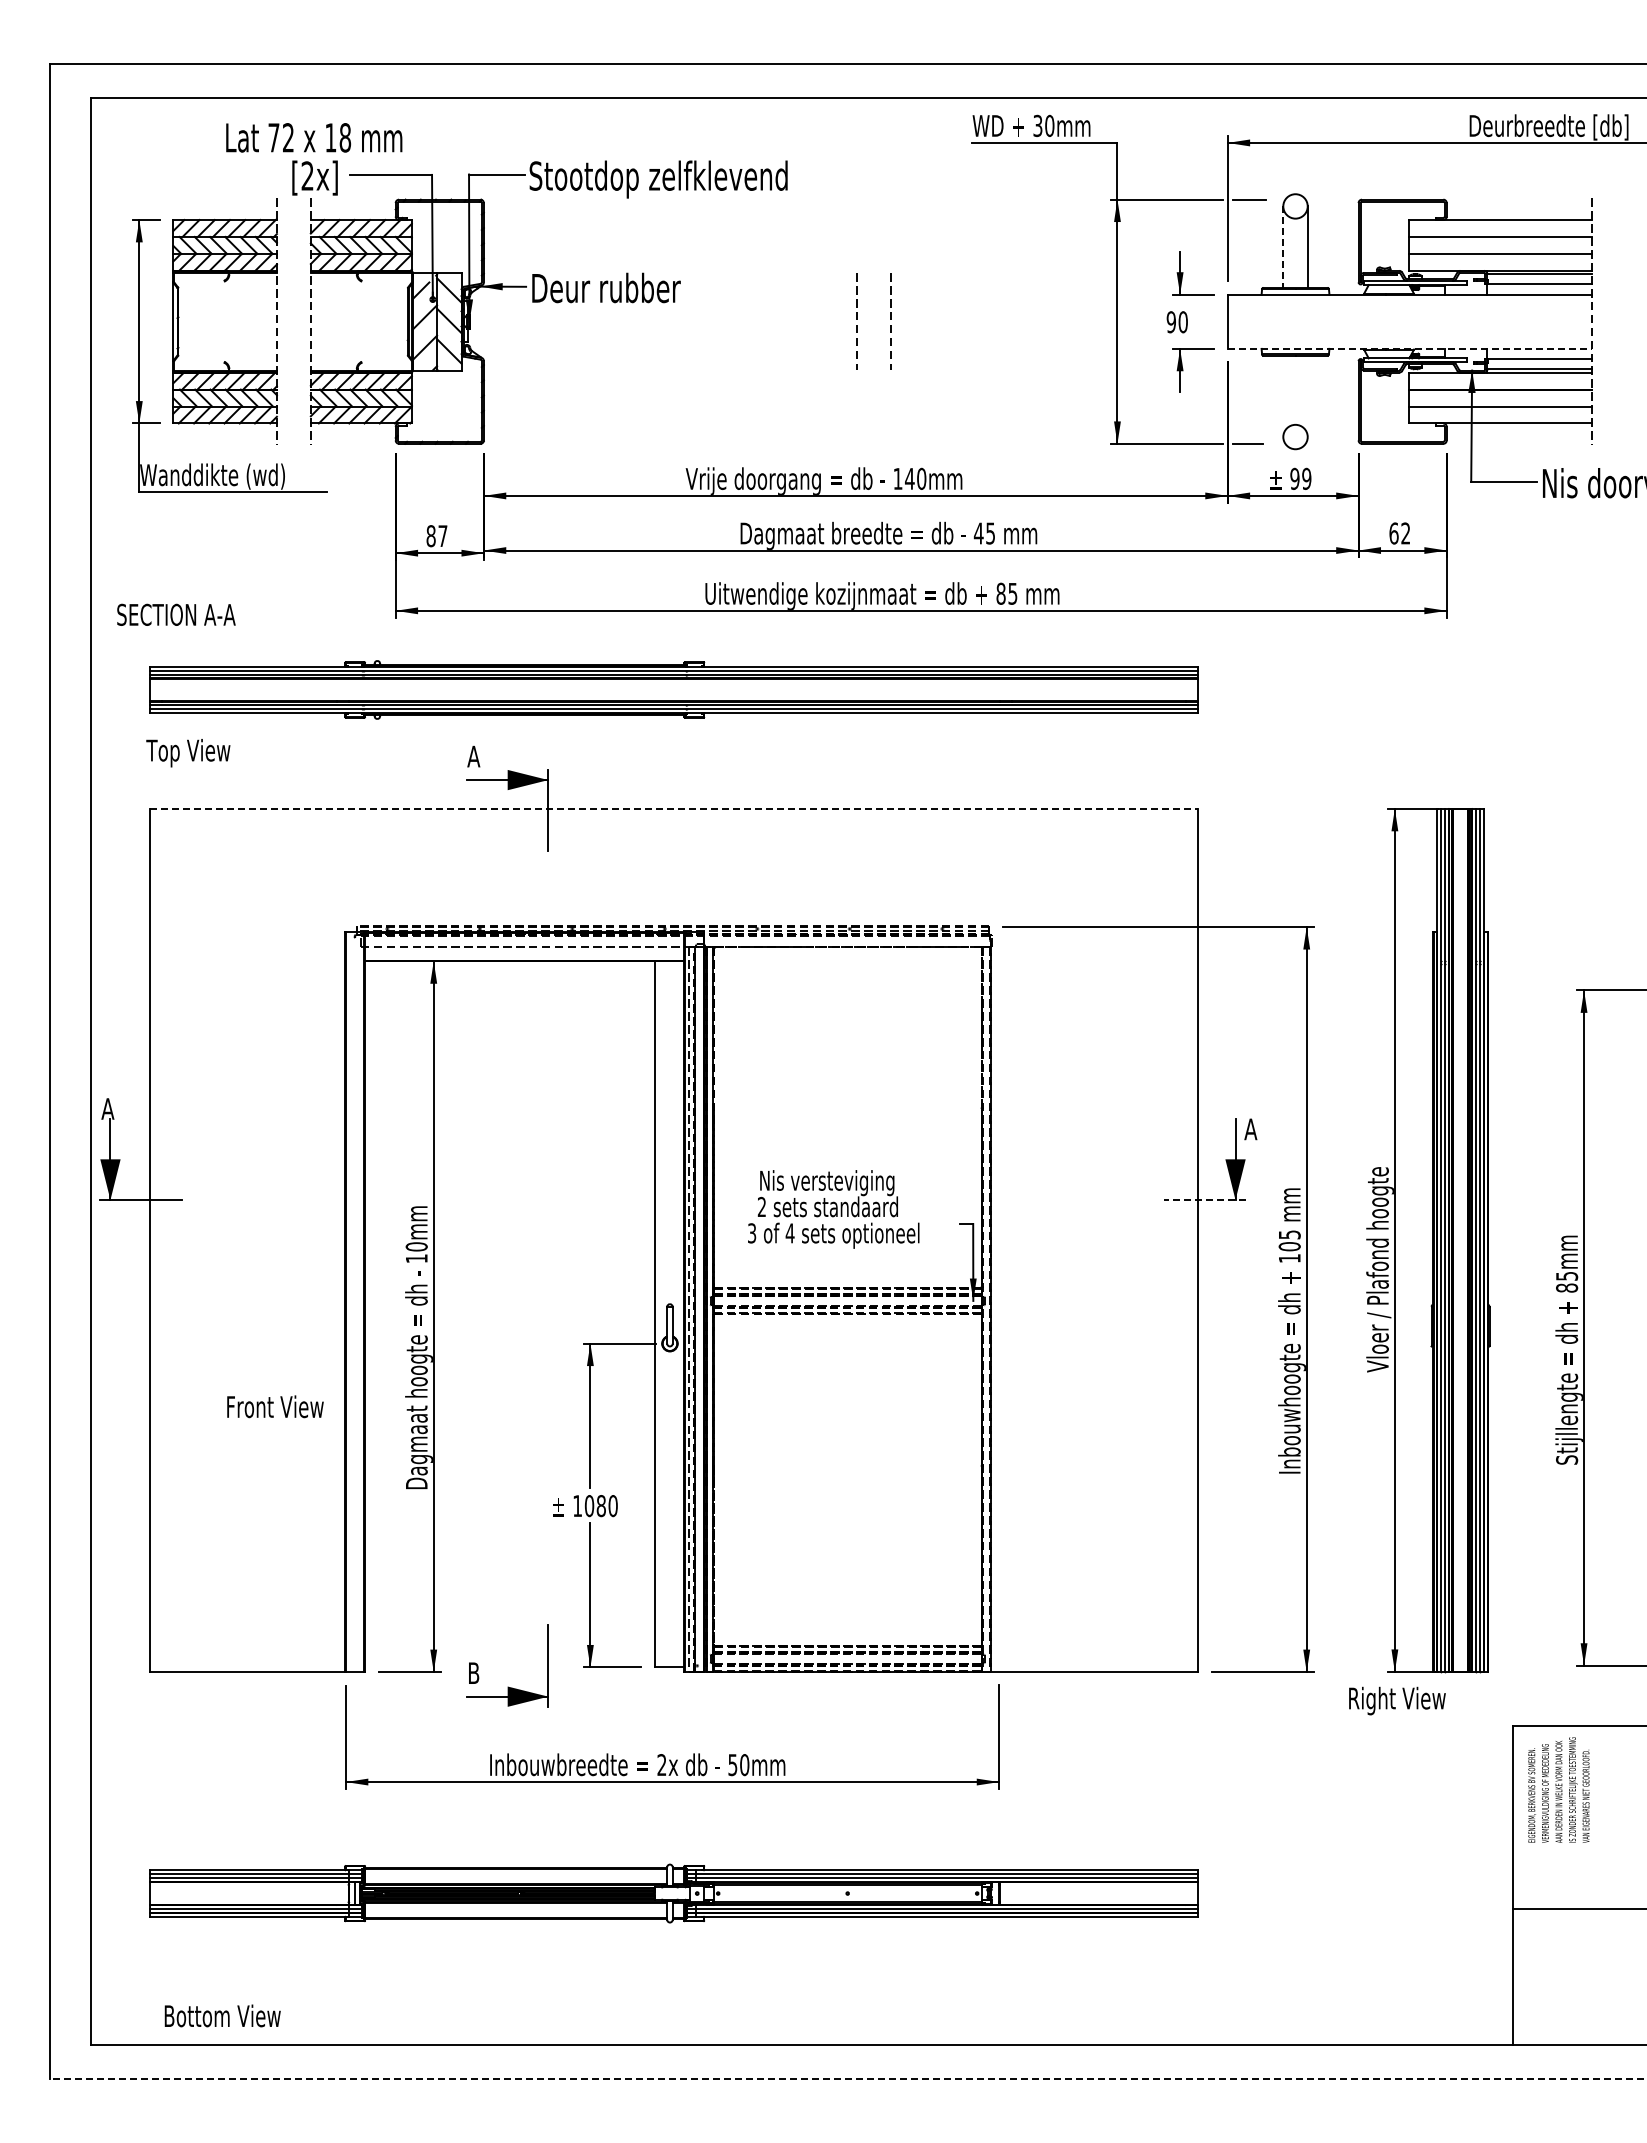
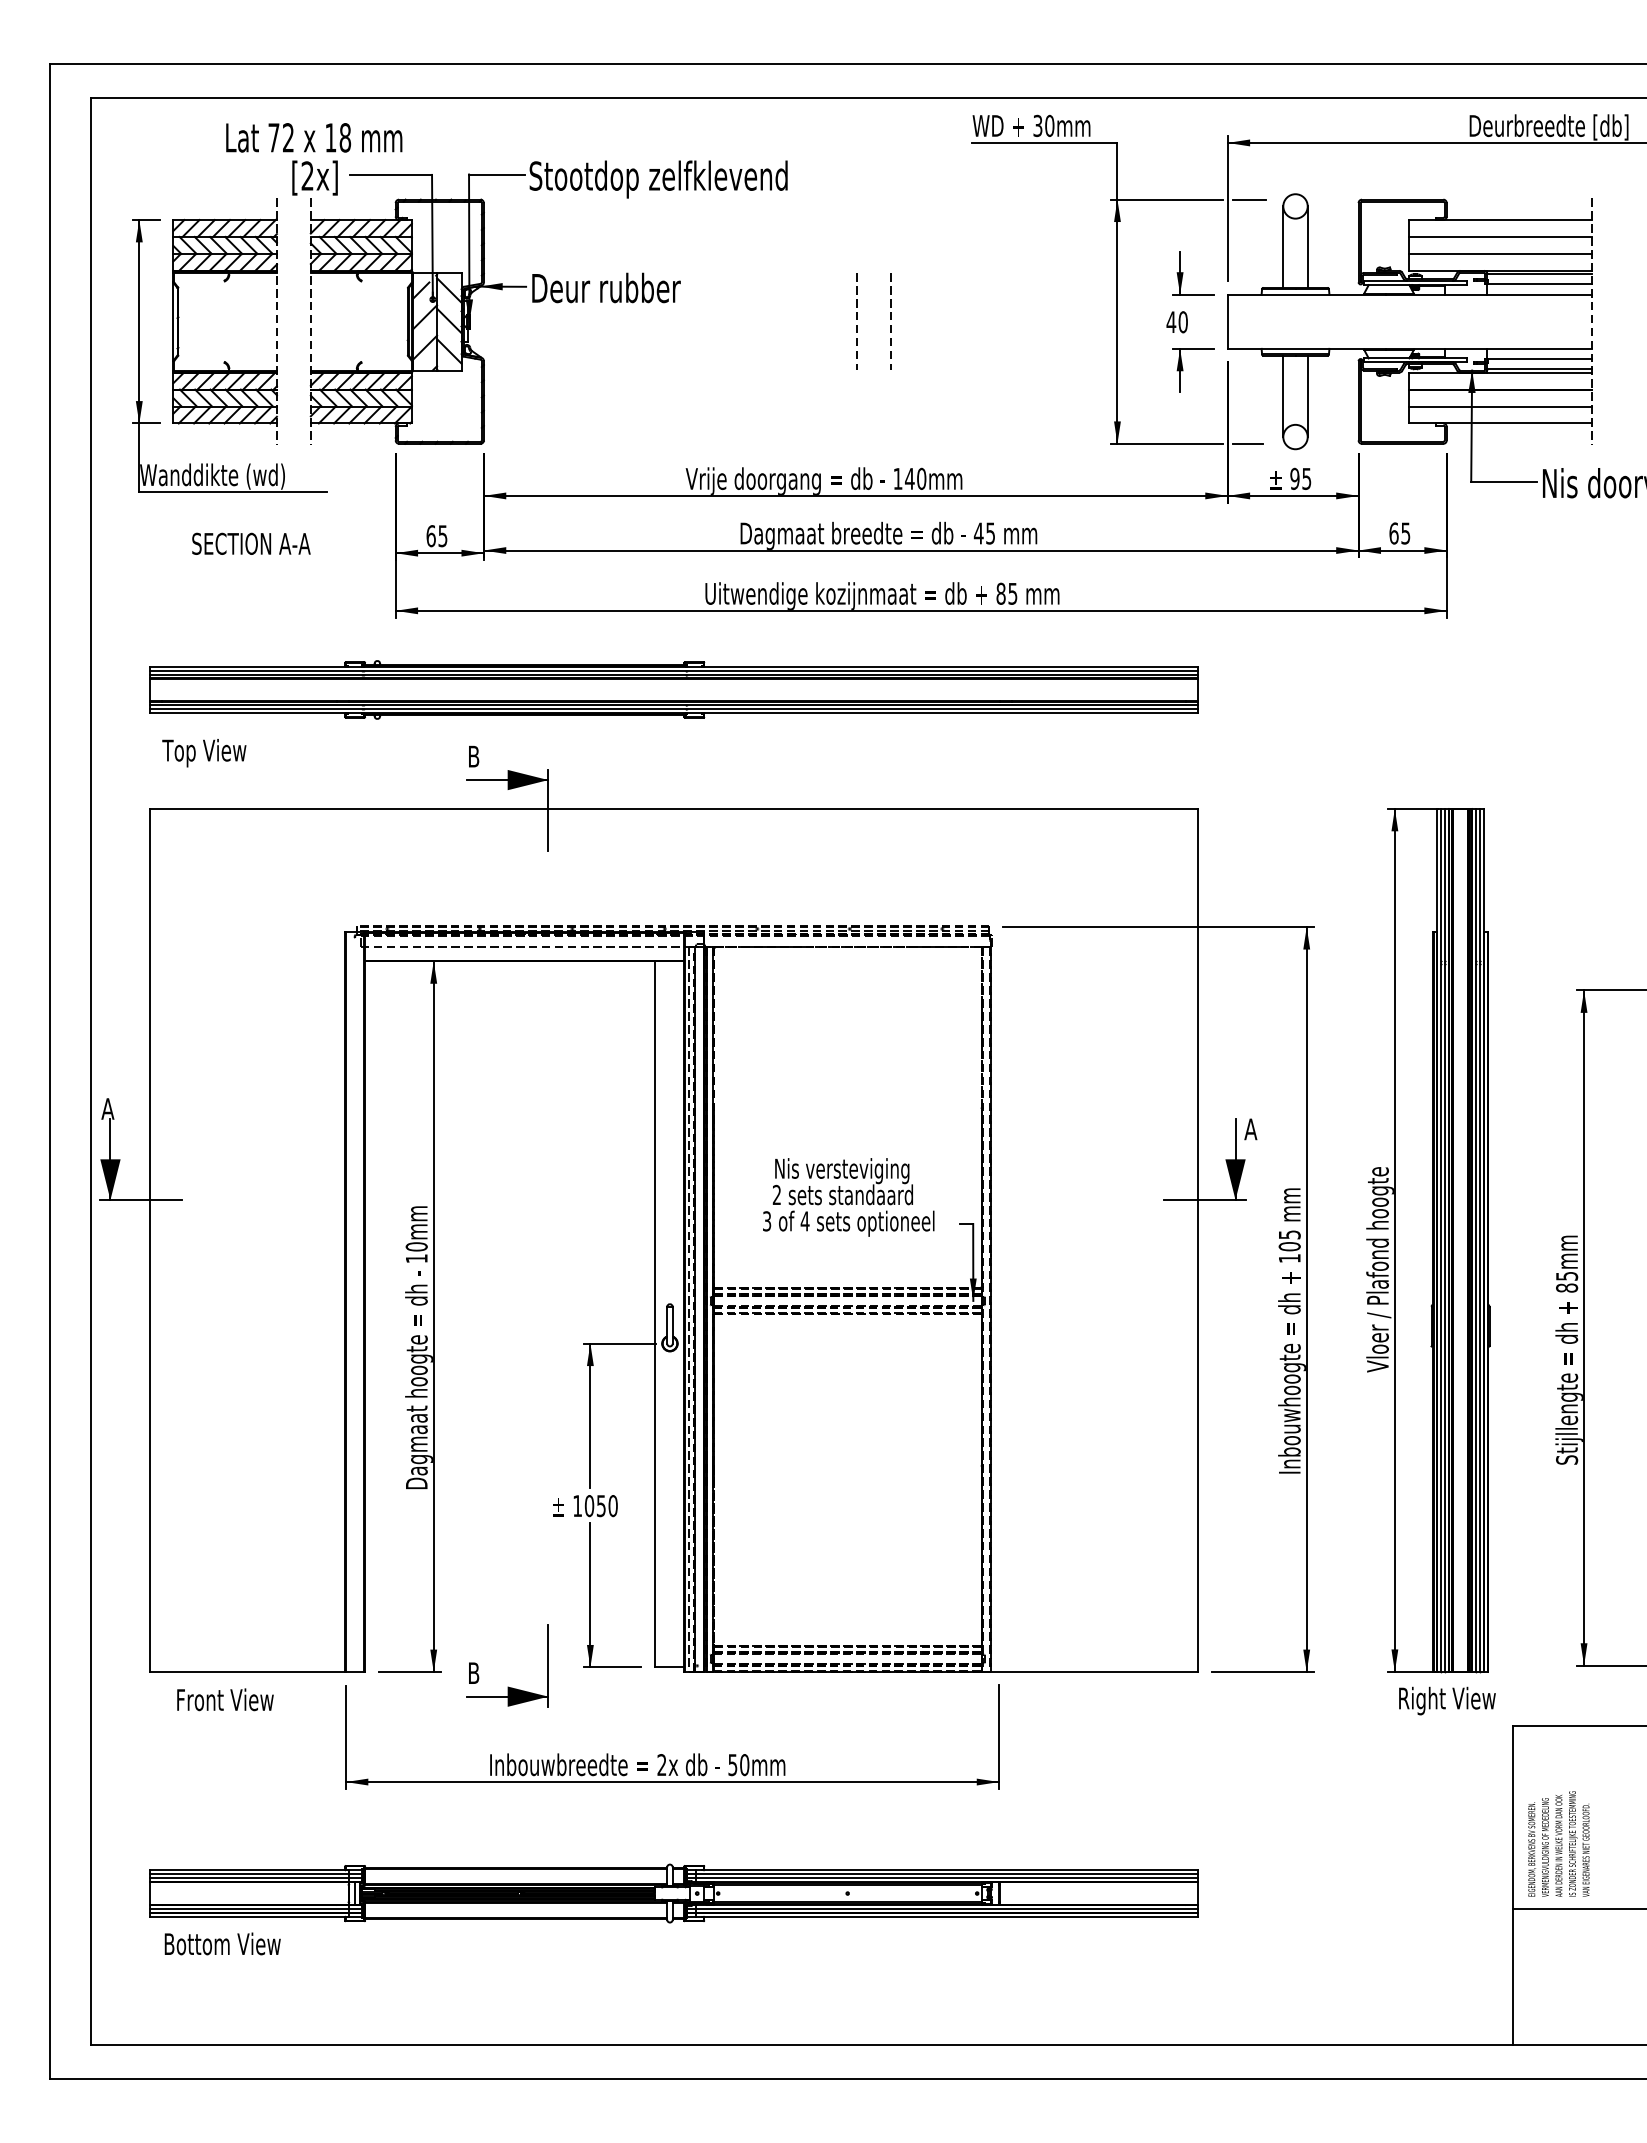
line at (1283, 247): dashed -> solid
text at (1171, 322): 90 -> 40
line at (1410, 348): dashed -> solid
line at (1283, 396): none -> present
line at (1307, 396): none -> present
text at (1306, 478): 99 -> 95
text at (1405, 533): 62 -> 65
text at (436, 536): 87 -> 65
text at (176, 614) position: (176, 614) -> (251, 543)
text at (188, 753) position: (188, 753) -> (204, 753)
text at (473, 756): A -> B
line at (674, 808): dashed -> solid
line at (1204, 1200): dashed -> solid
text at (833, 1209) position: (833, 1209) -> (848, 1197)
text at (275, 1406) position: (275, 1406) -> (225, 1699)
text at (600, 1506): 1080 -> 1050
text at (1397, 1700) position: (1397, 1700) -> (1447, 1700)
text at (1558, 1789) position: (1558, 1789) -> (1558, 1843)
text at (222, 2015) position: (222, 2015) -> (222, 1943)
line at (847, 2078): dashed -> solid
